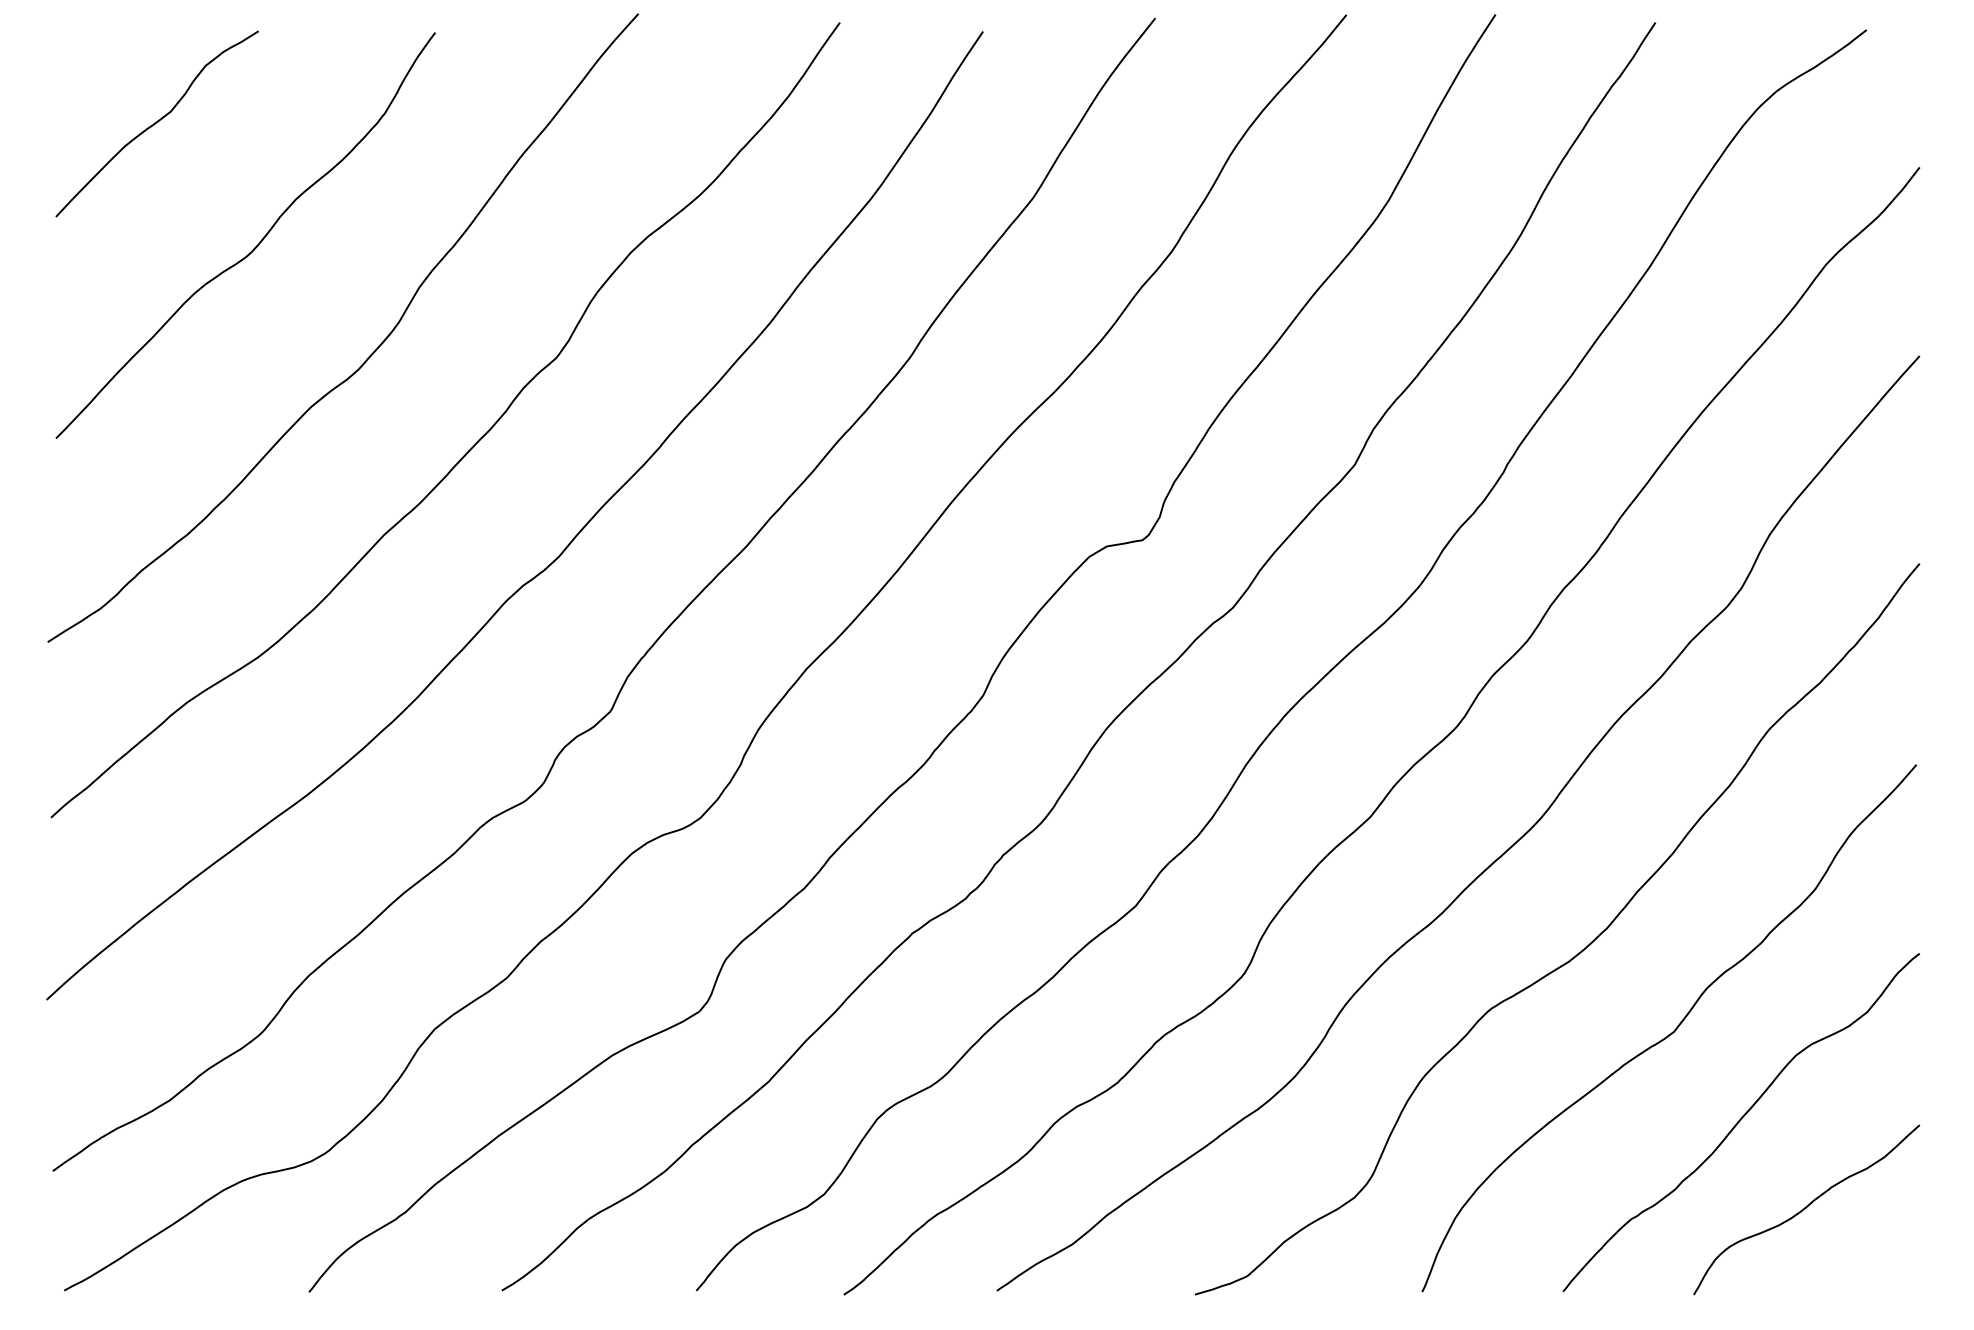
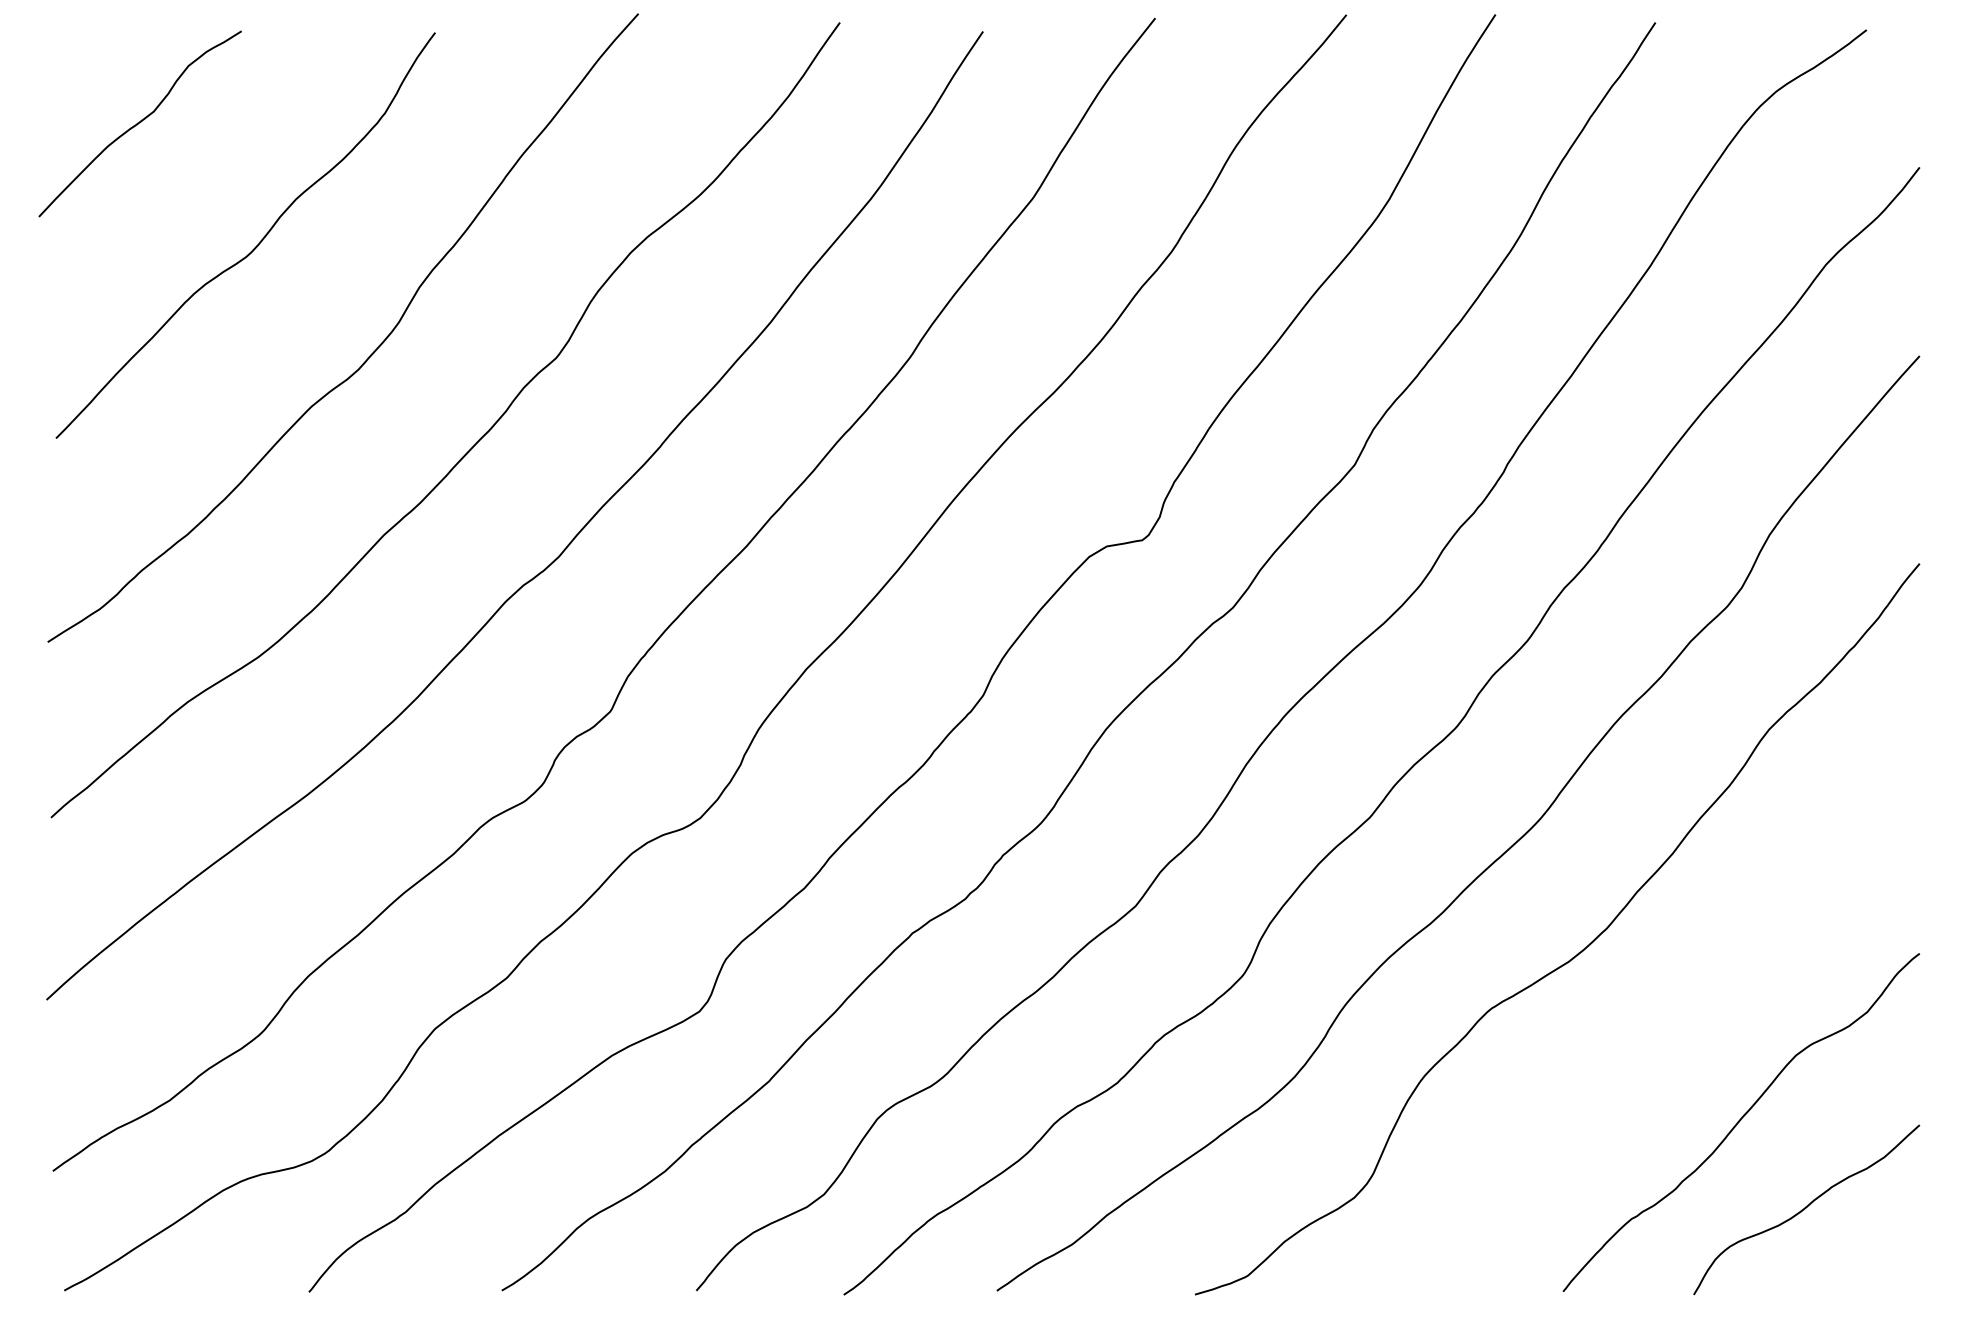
curve at (156, 123) position: (156, 123) -> (139, 123)
curve at (1672, 1031): present -> none
